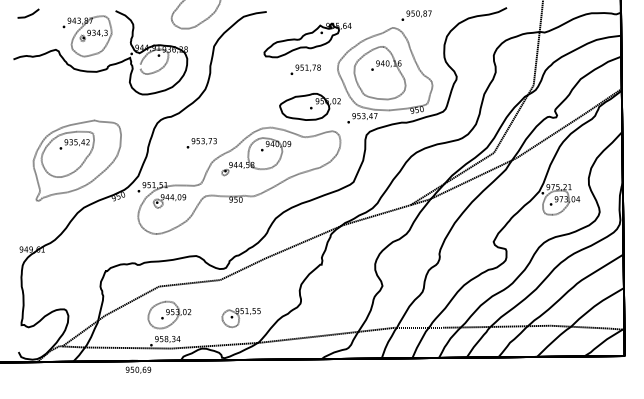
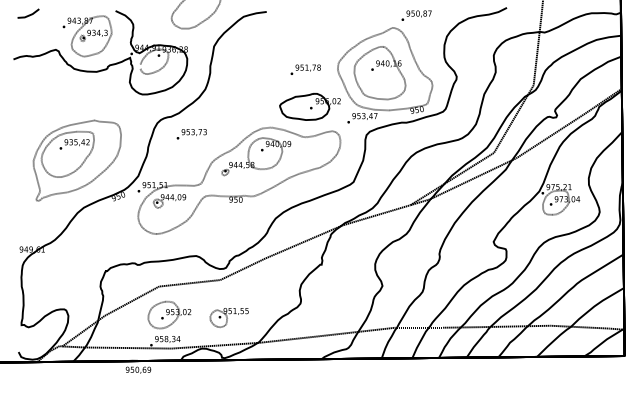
part at (307, 40): present -> none
text at (201, 143) position: (201, 143) -> (191, 134)
part at (240, 317) position: (240, 317) -> (228, 317)
